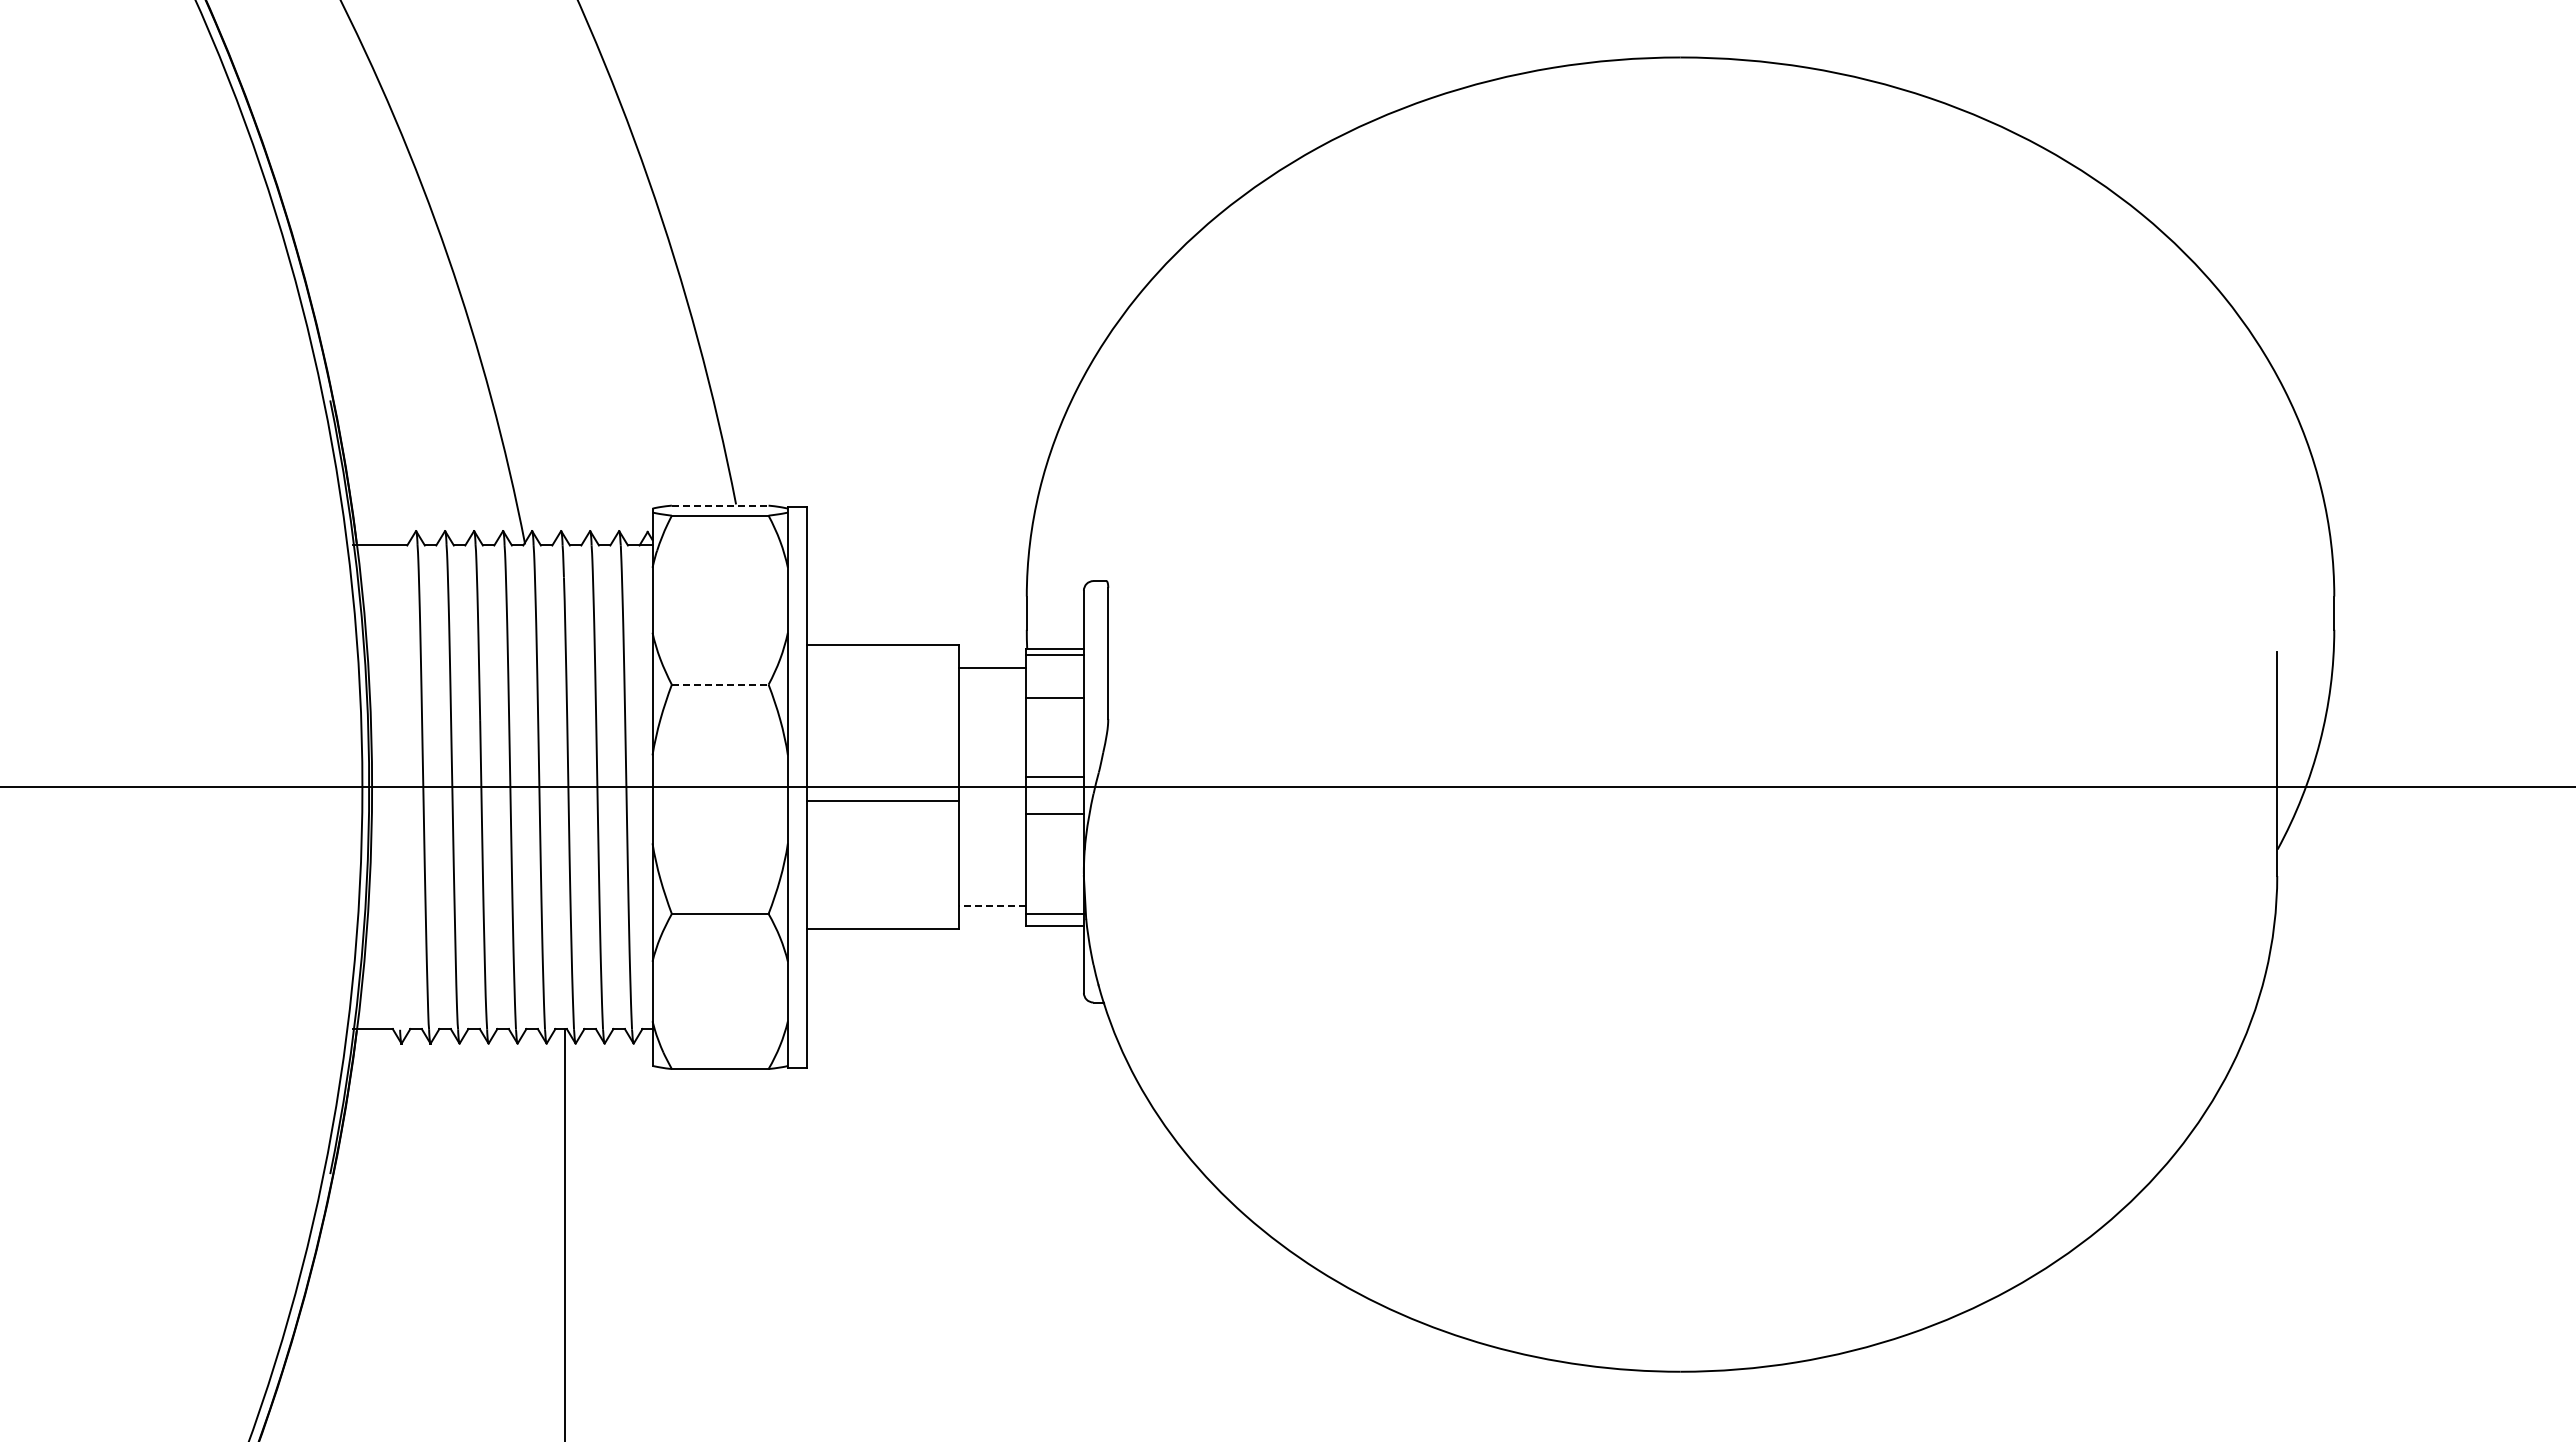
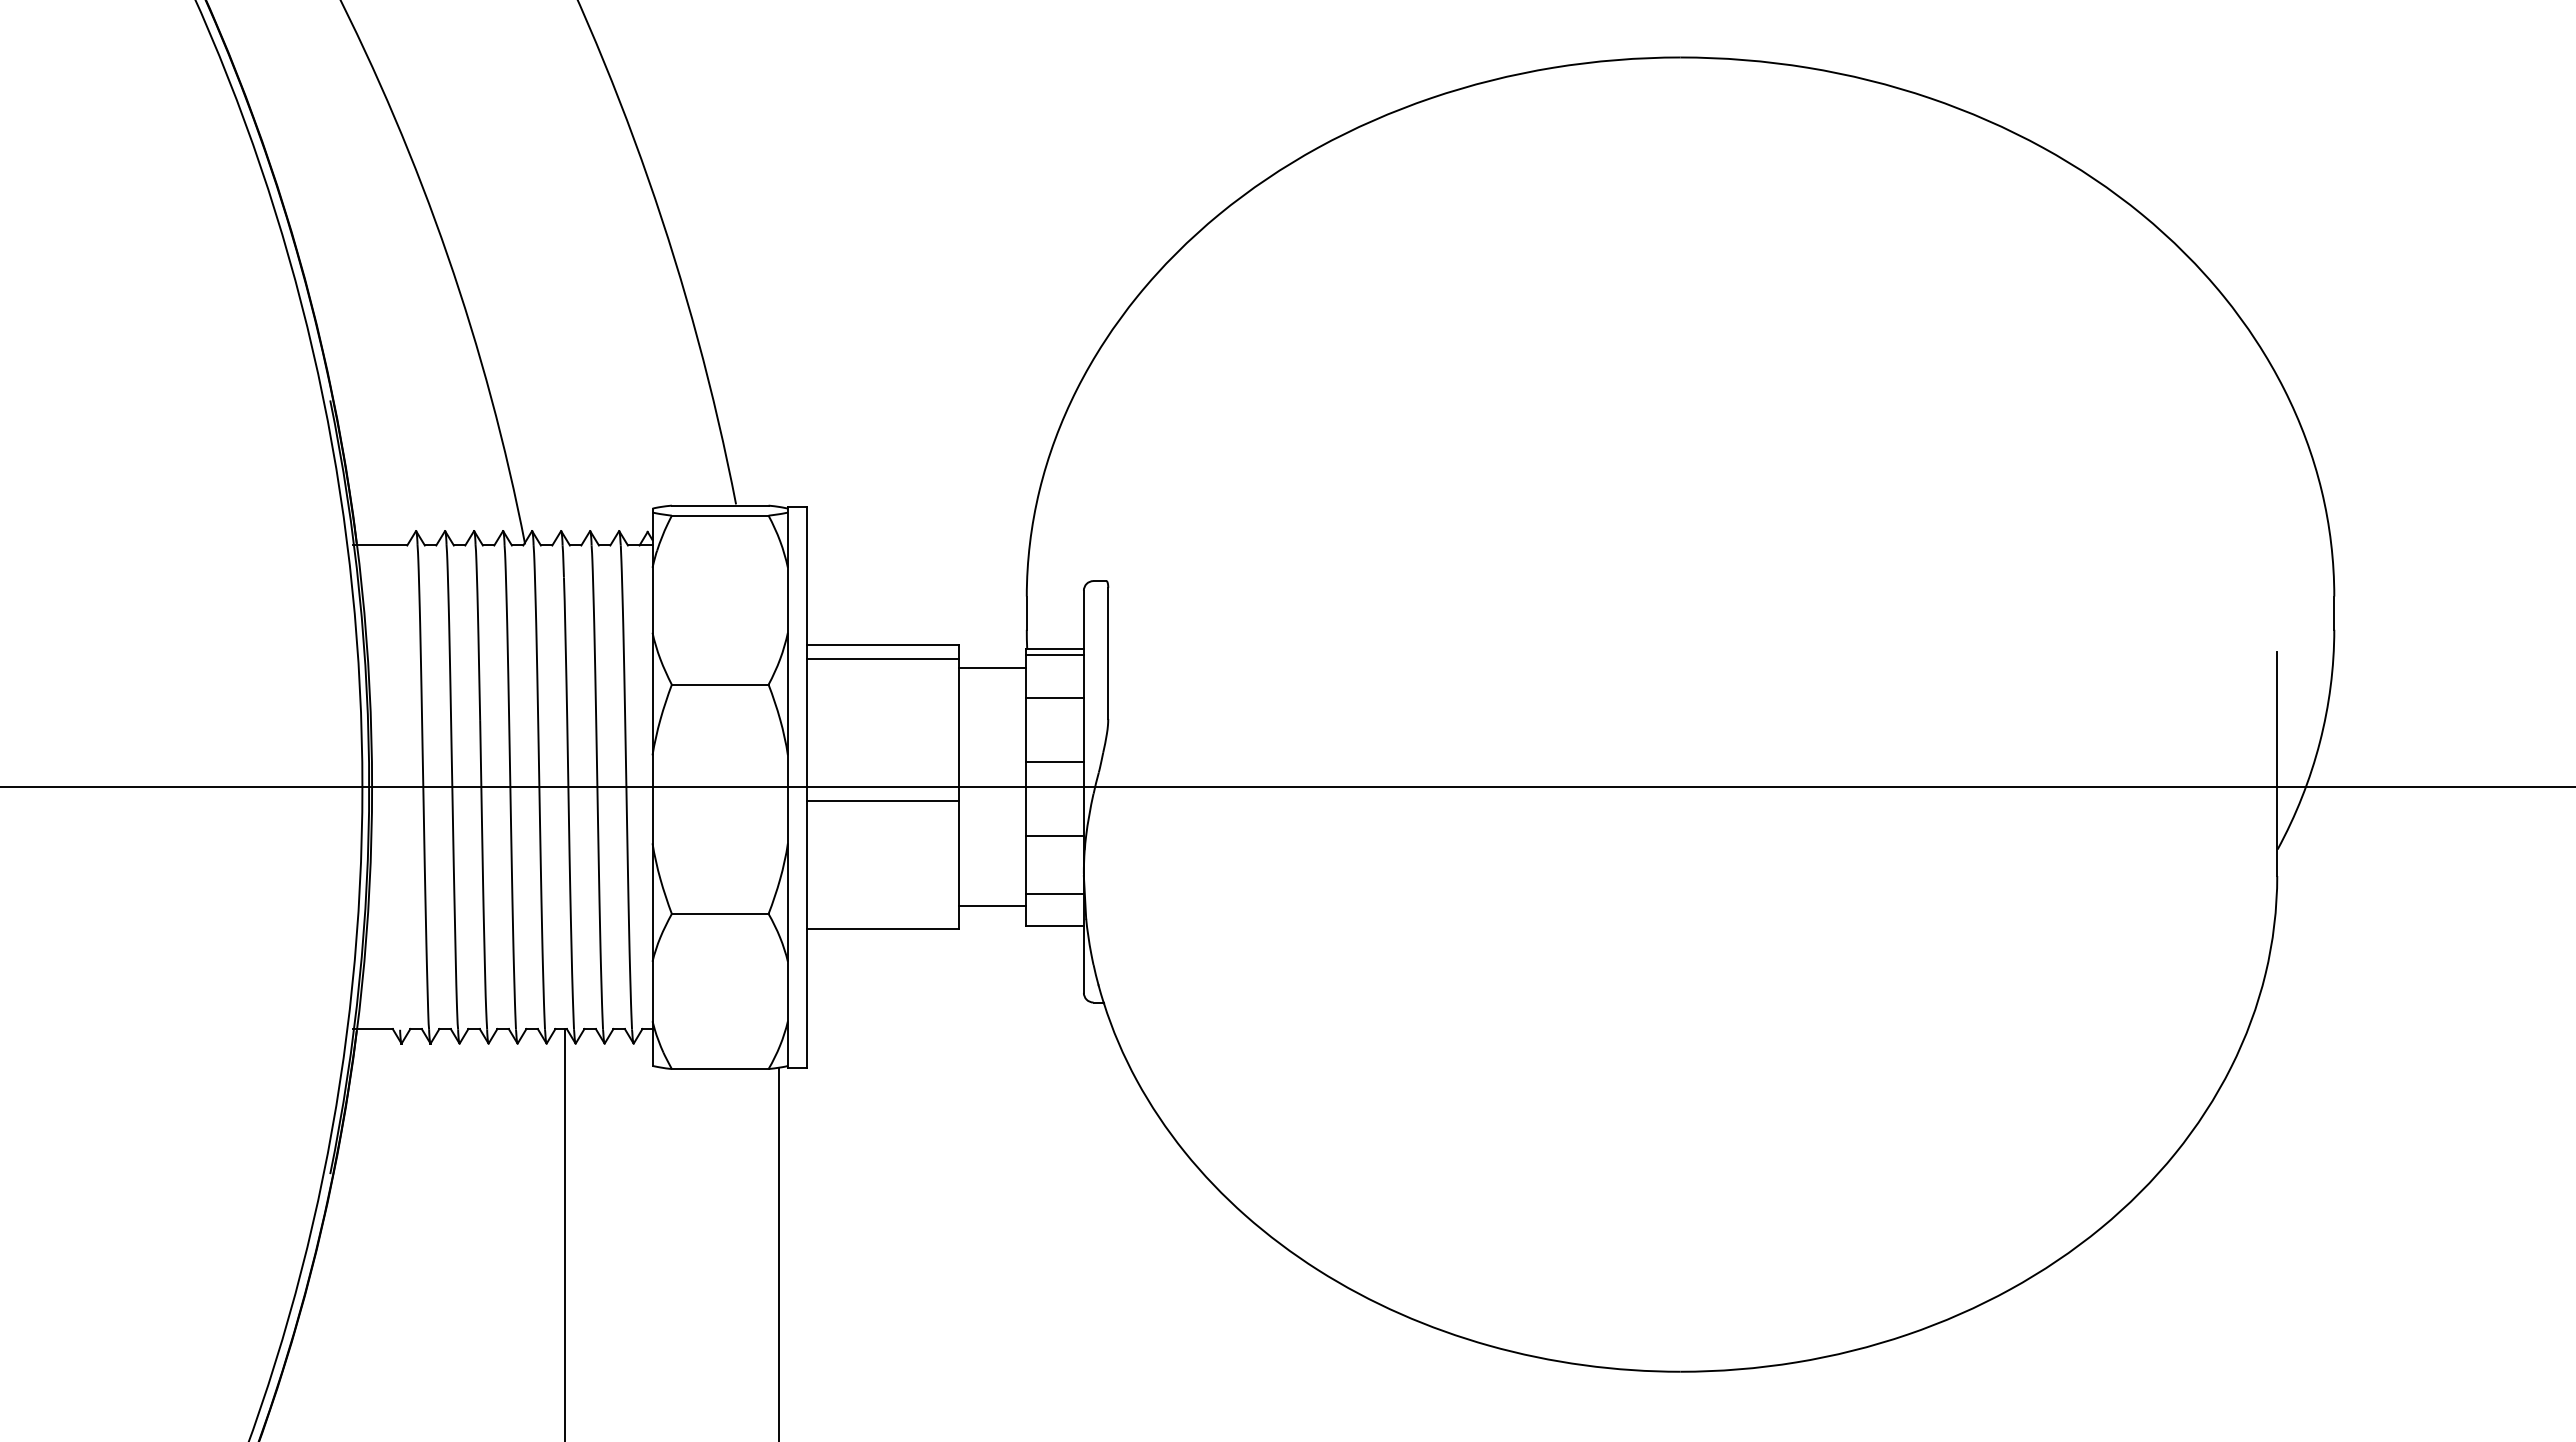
line at (720, 505): dashed -> solid
line at (883, 659): none -> present
line at (720, 684): dashed -> solid
line at (1054, 777) position: (1054, 777) -> (1054, 762)
line at (1054, 814) position: (1054, 814) -> (1054, 836)
line at (991, 906): dashed -> solid
line at (1054, 914) position: (1054, 914) -> (1054, 894)
line at (779, 1252): none -> present
